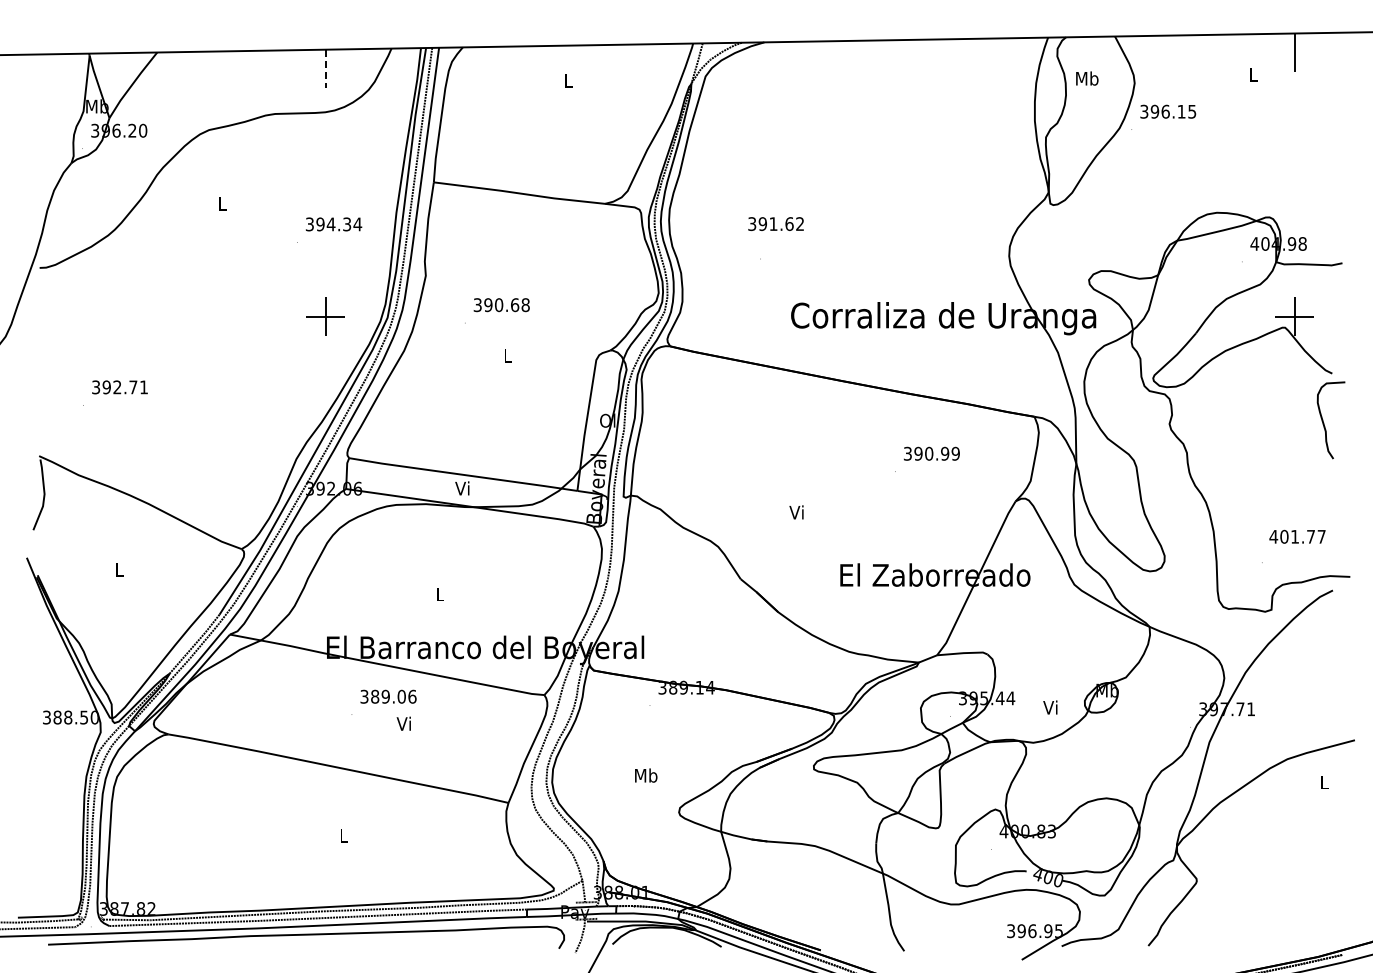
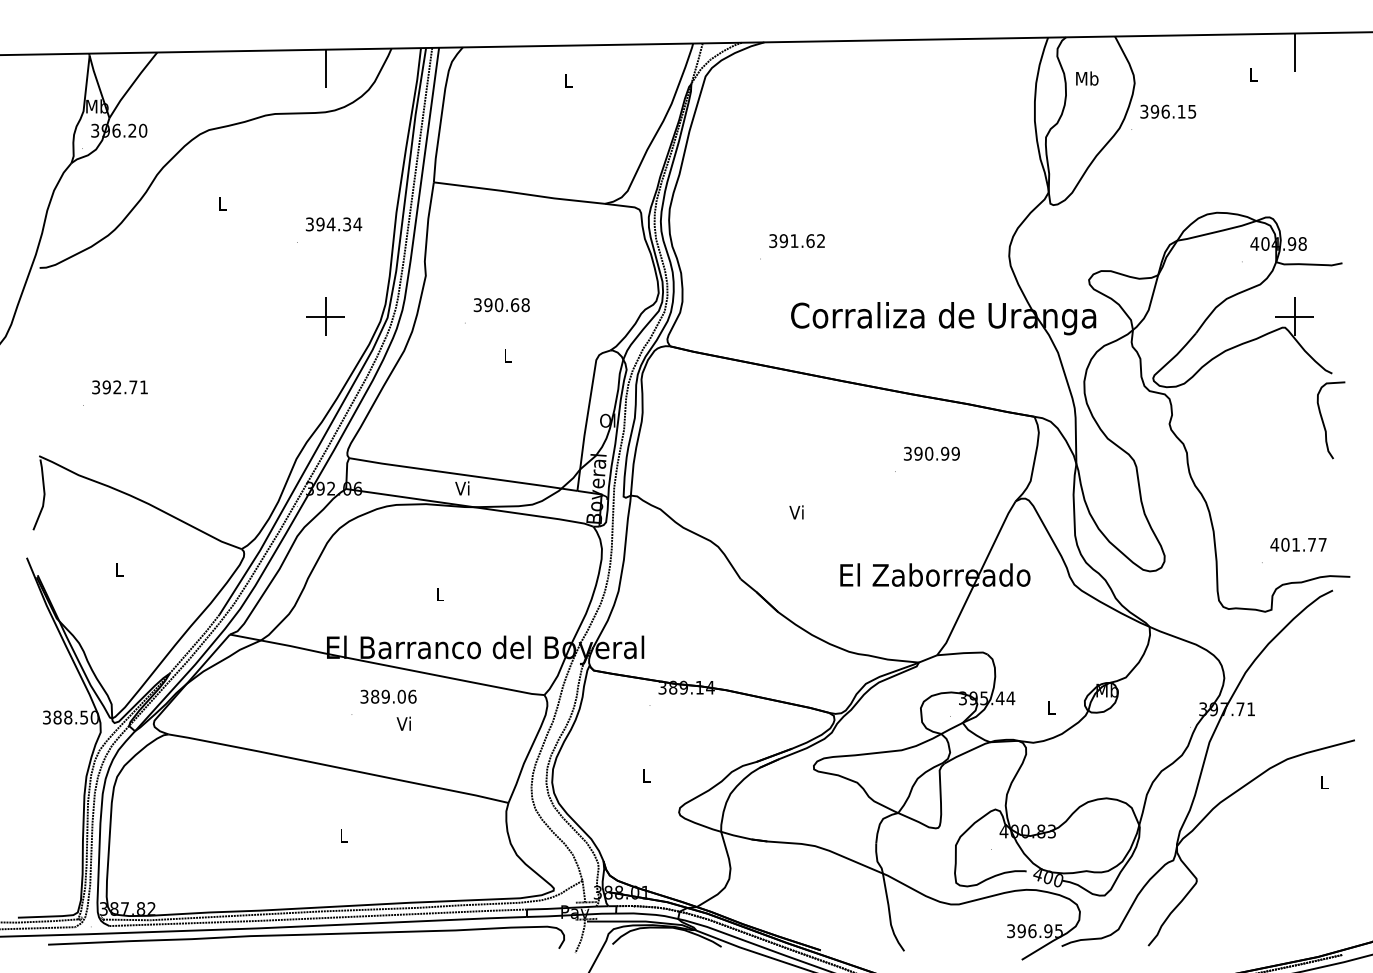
line at (325, 69): dashed -> solid
text at (775, 223) position: (775, 223) -> (796, 240)
text at (1297, 536) position: (1297, 536) -> (1298, 544)
text at (1050, 707): Vi -> L
text at (646, 775): Mb -> L
